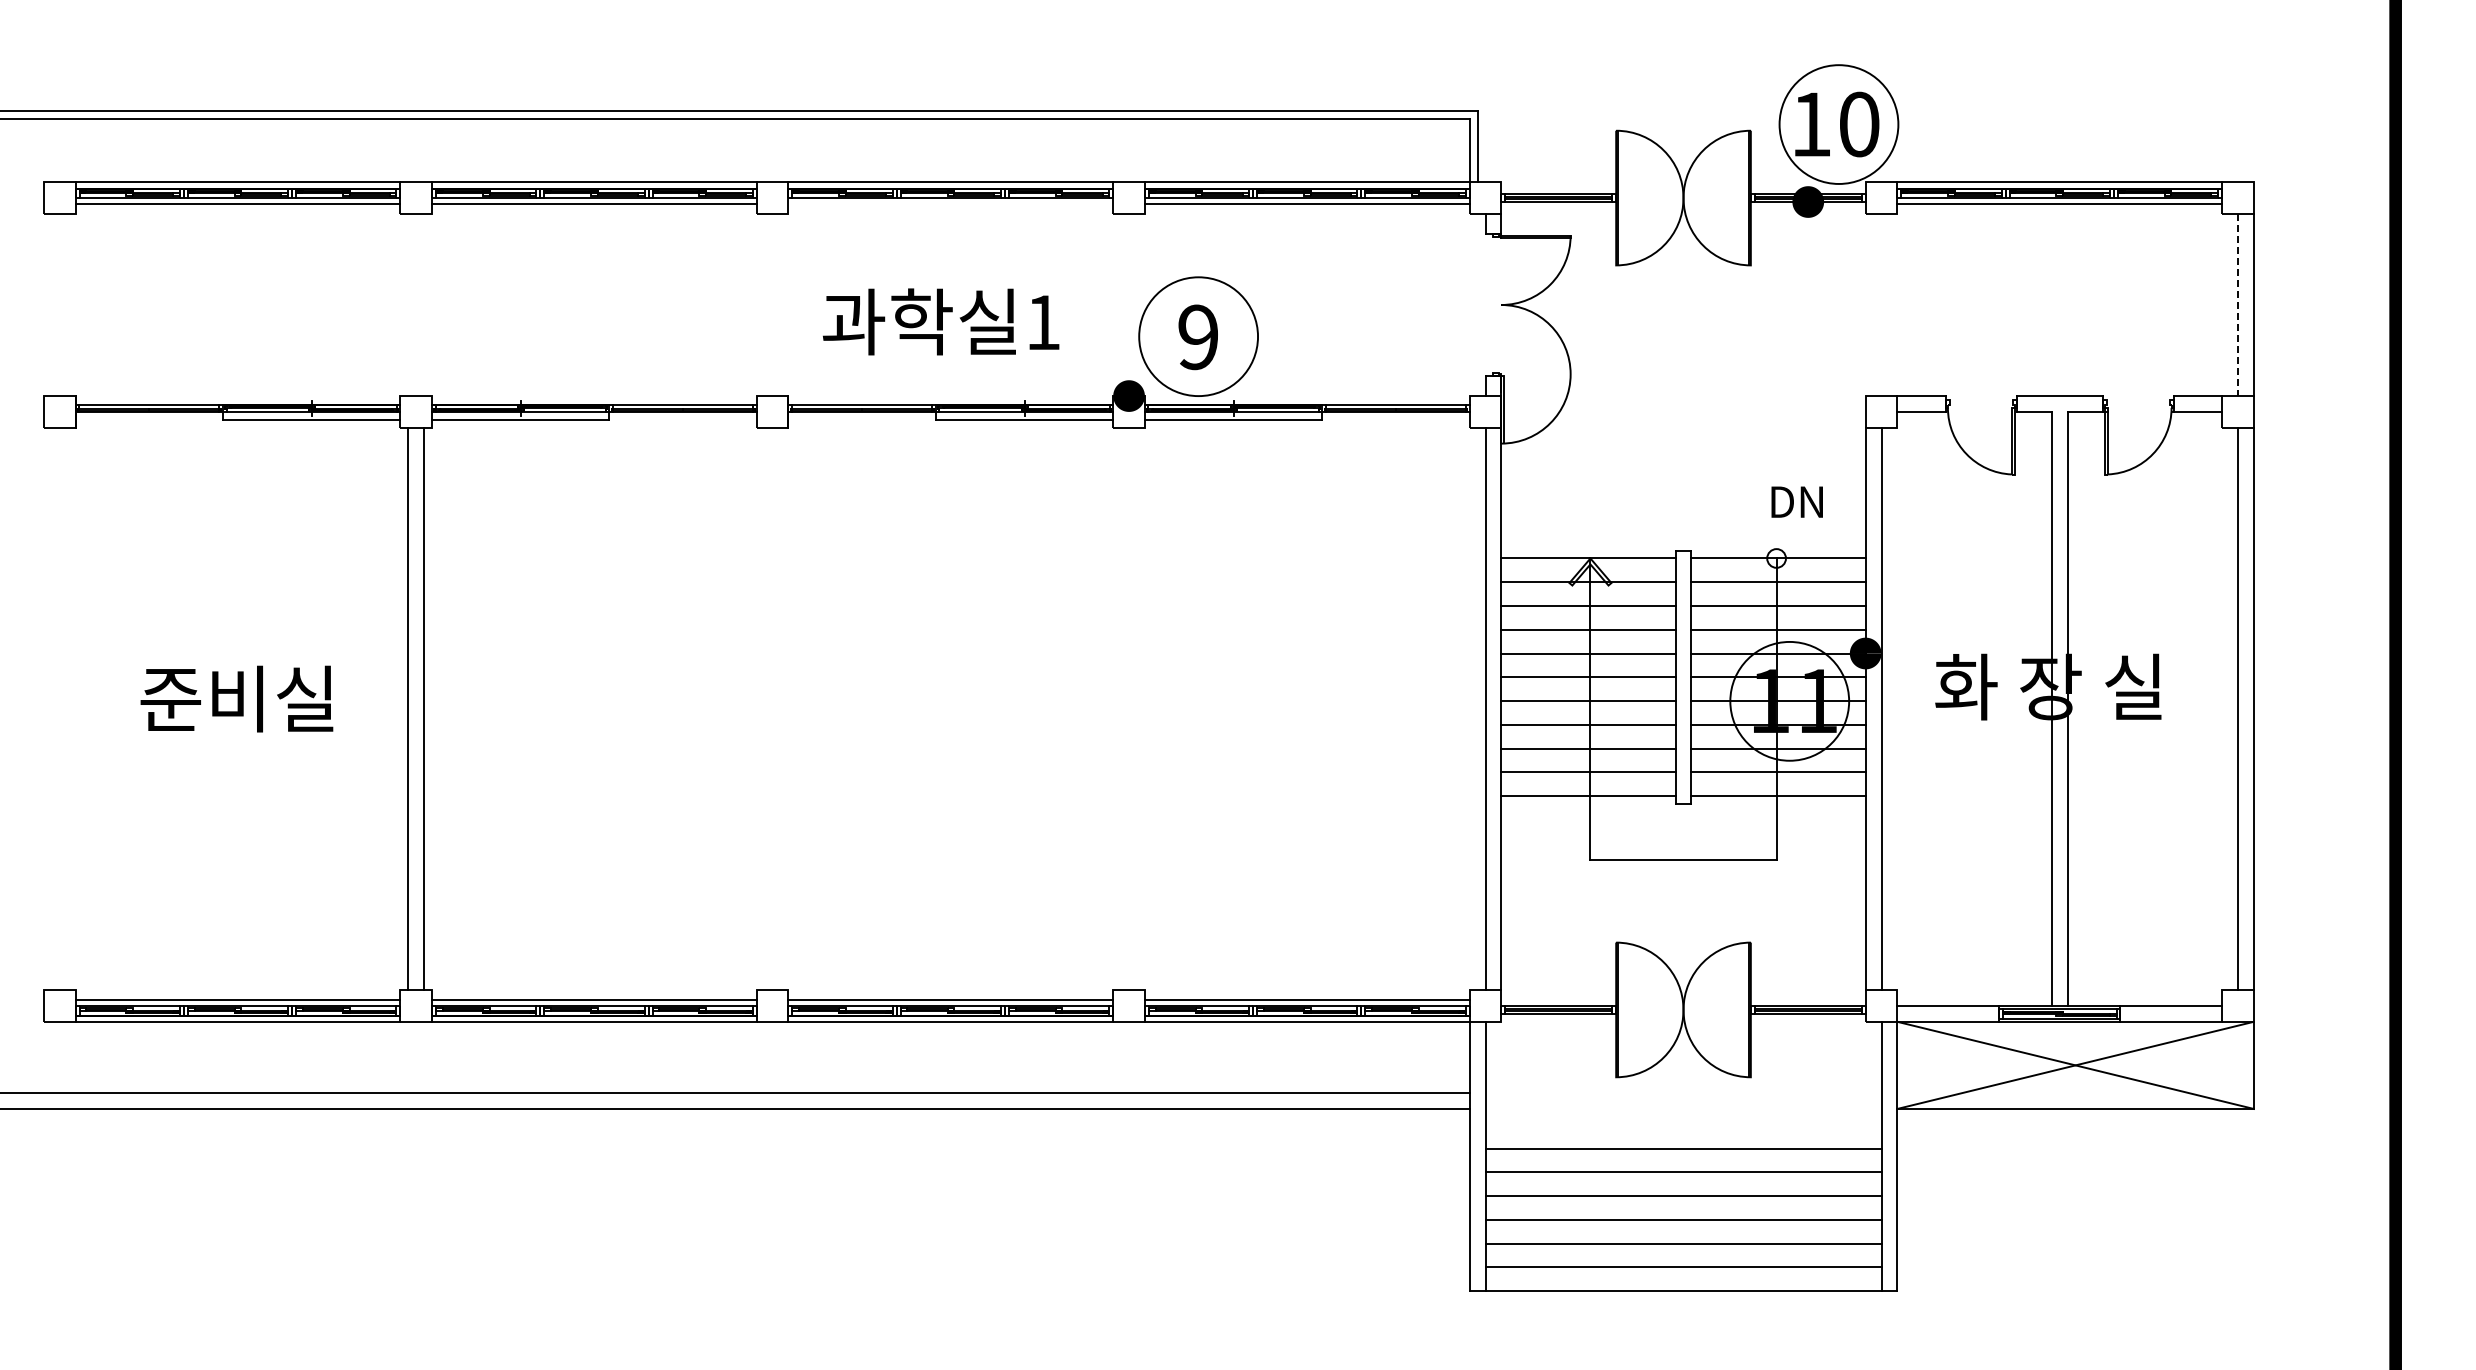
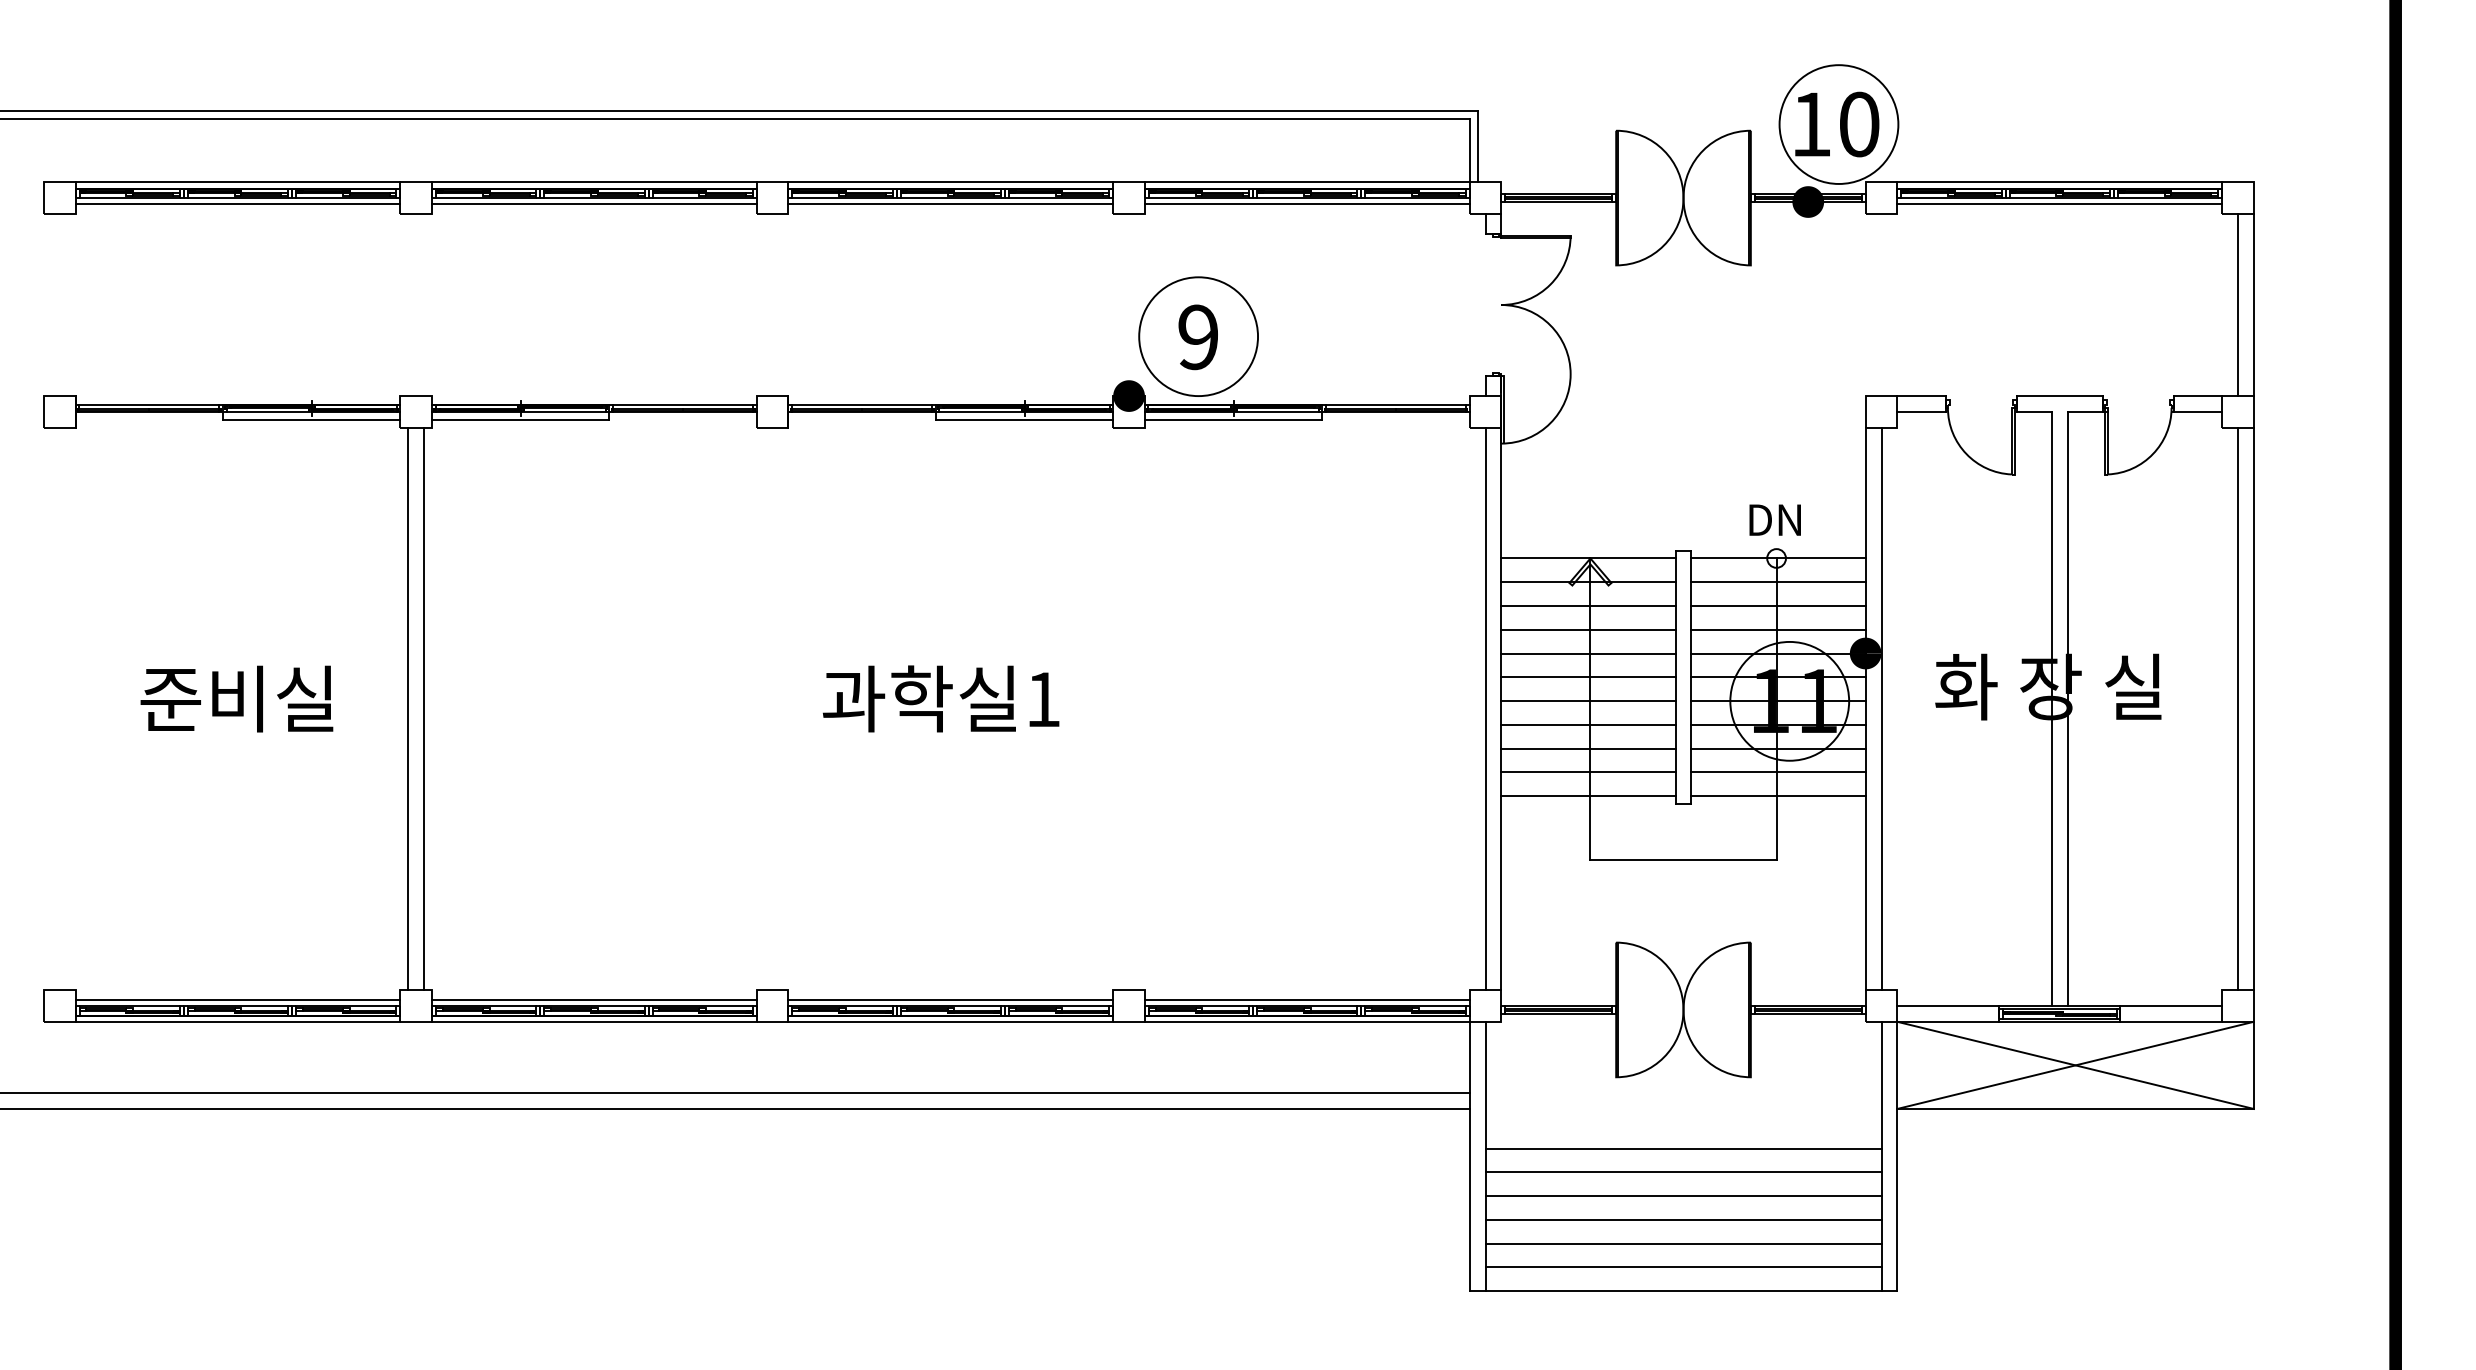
line at (950, 204): none -> present
line at (2237, 305): dashed -> solid
text at (941, 321) position: (941, 321) -> (941, 698)
text at (1796, 501) position: (1796, 501) -> (1774, 519)
